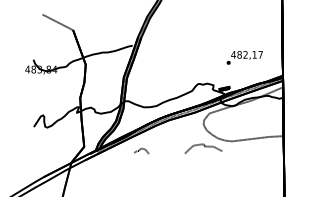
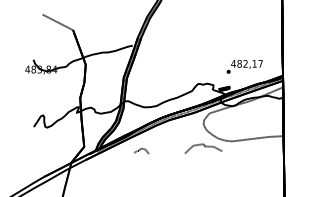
text at (244, 57) position: (244, 57) -> (244, 66)
